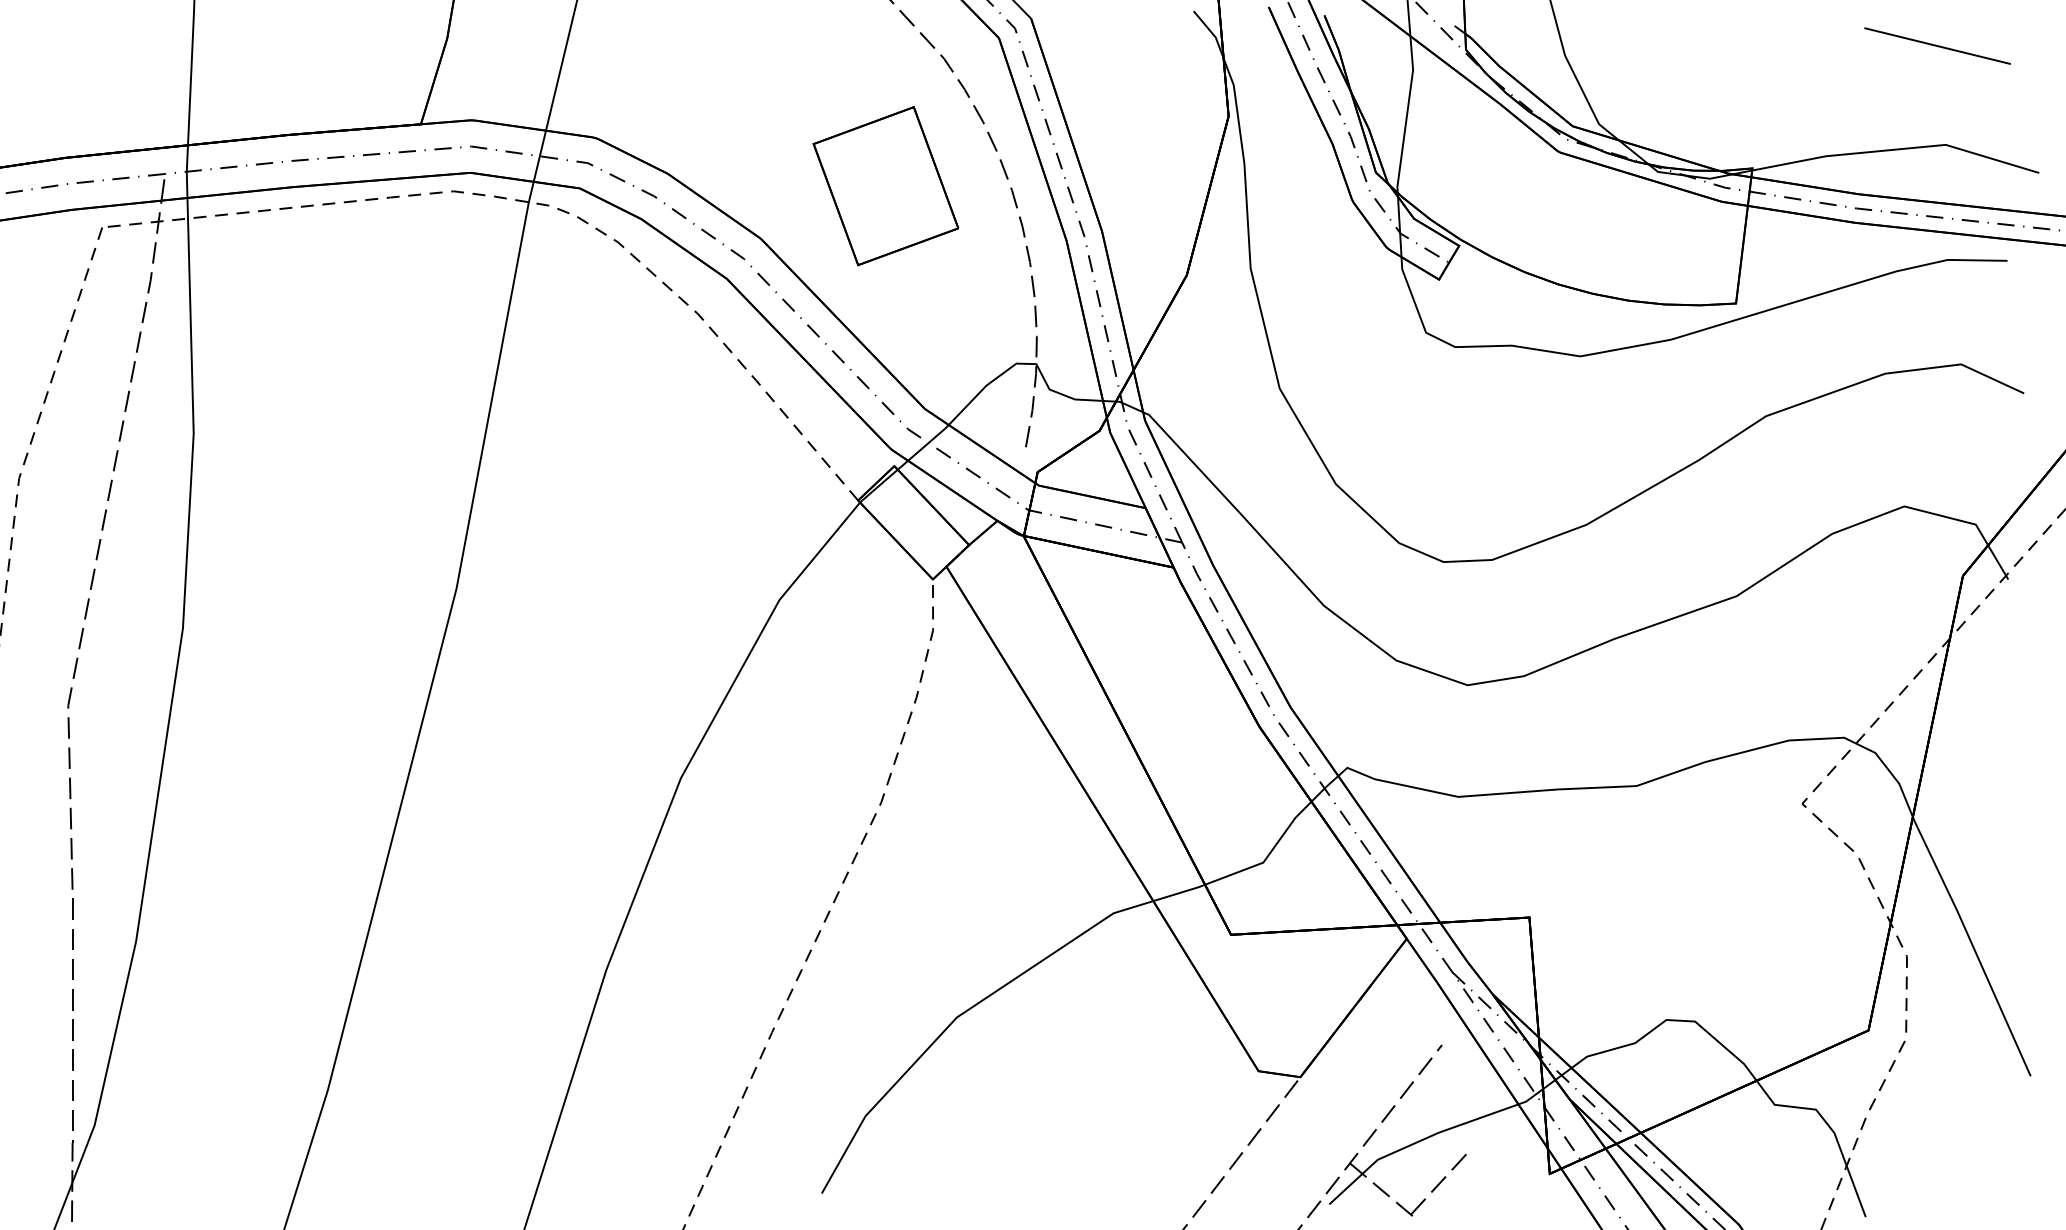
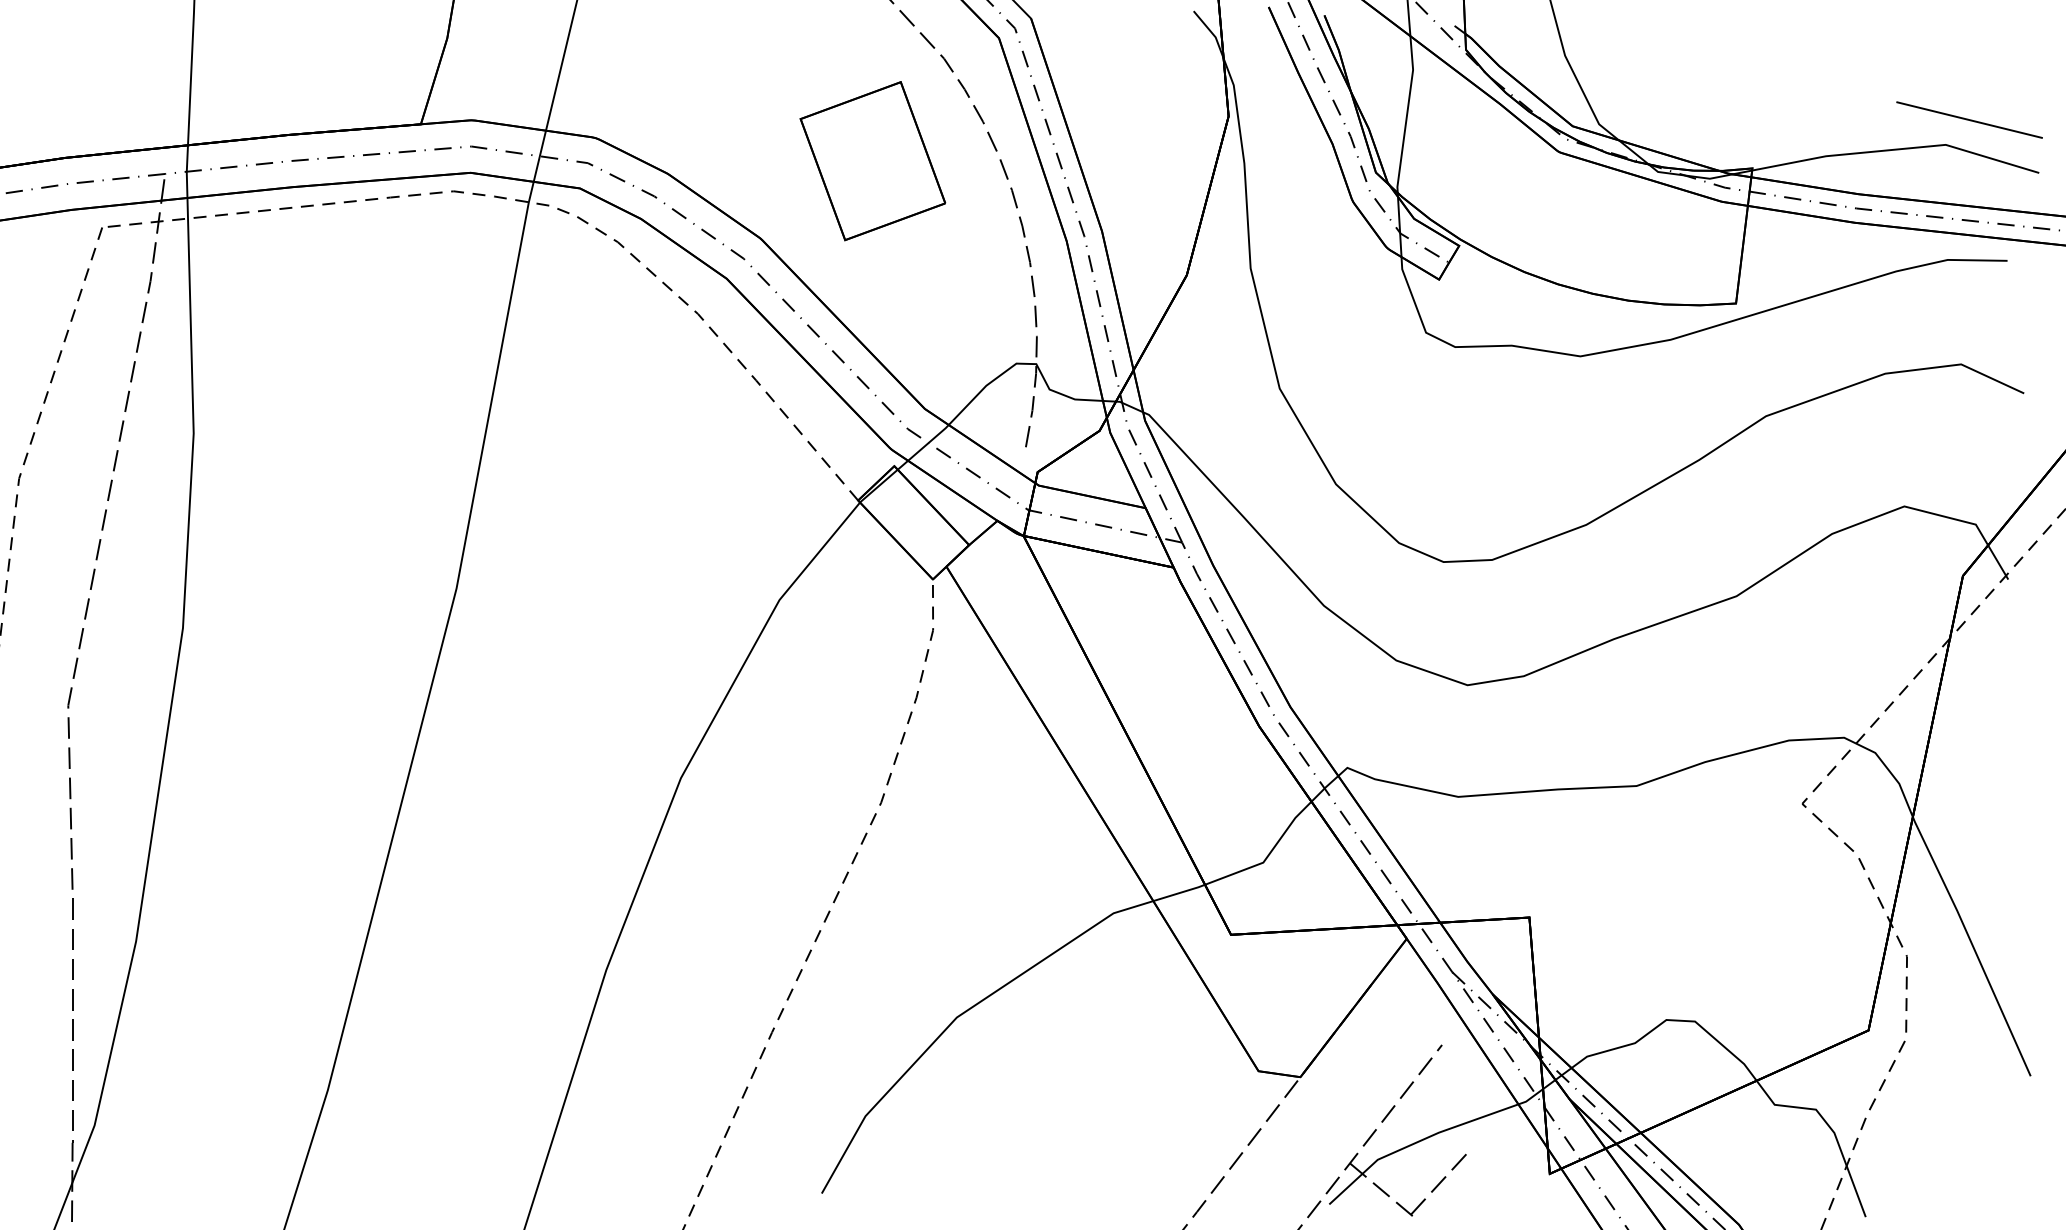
line at (1937, 45) position: (1937, 45) -> (1969, 119)
part at (885, 186) position: (885, 186) -> (872, 161)
